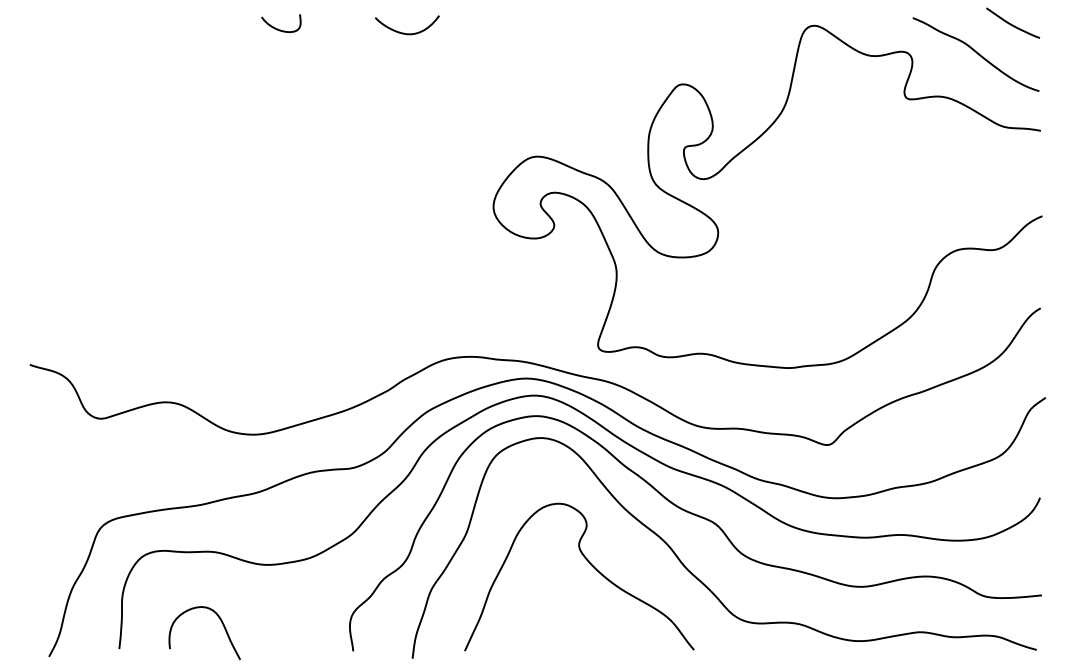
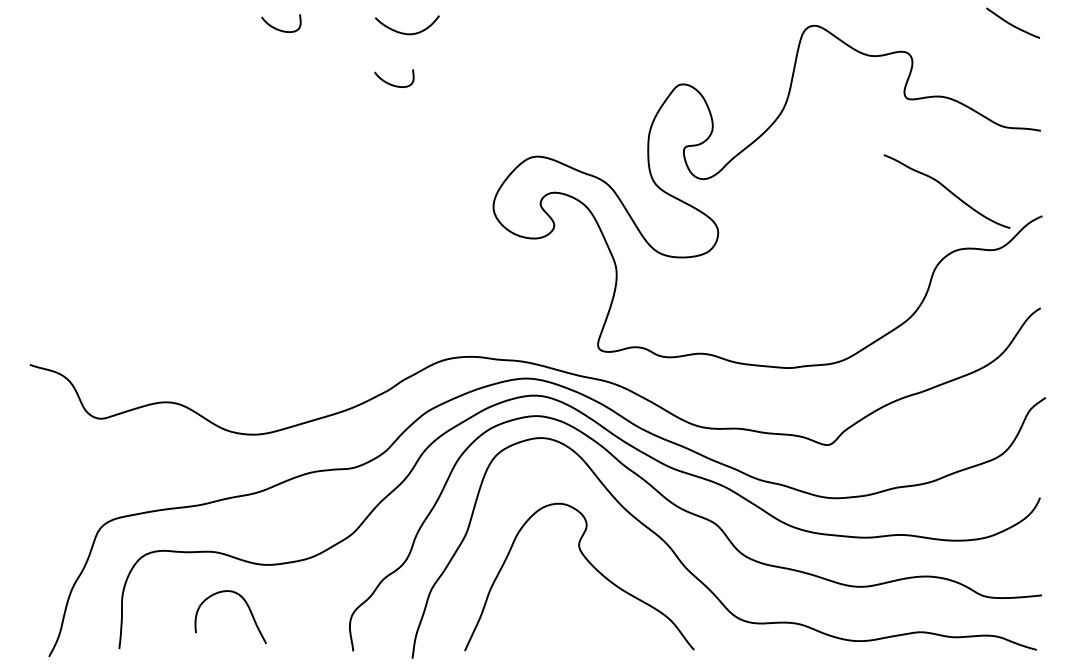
curve at (976, 53) position: (976, 53) -> (947, 190)
curve at (391, 83): none -> present
curve at (222, 625) position: (222, 625) -> (248, 609)
